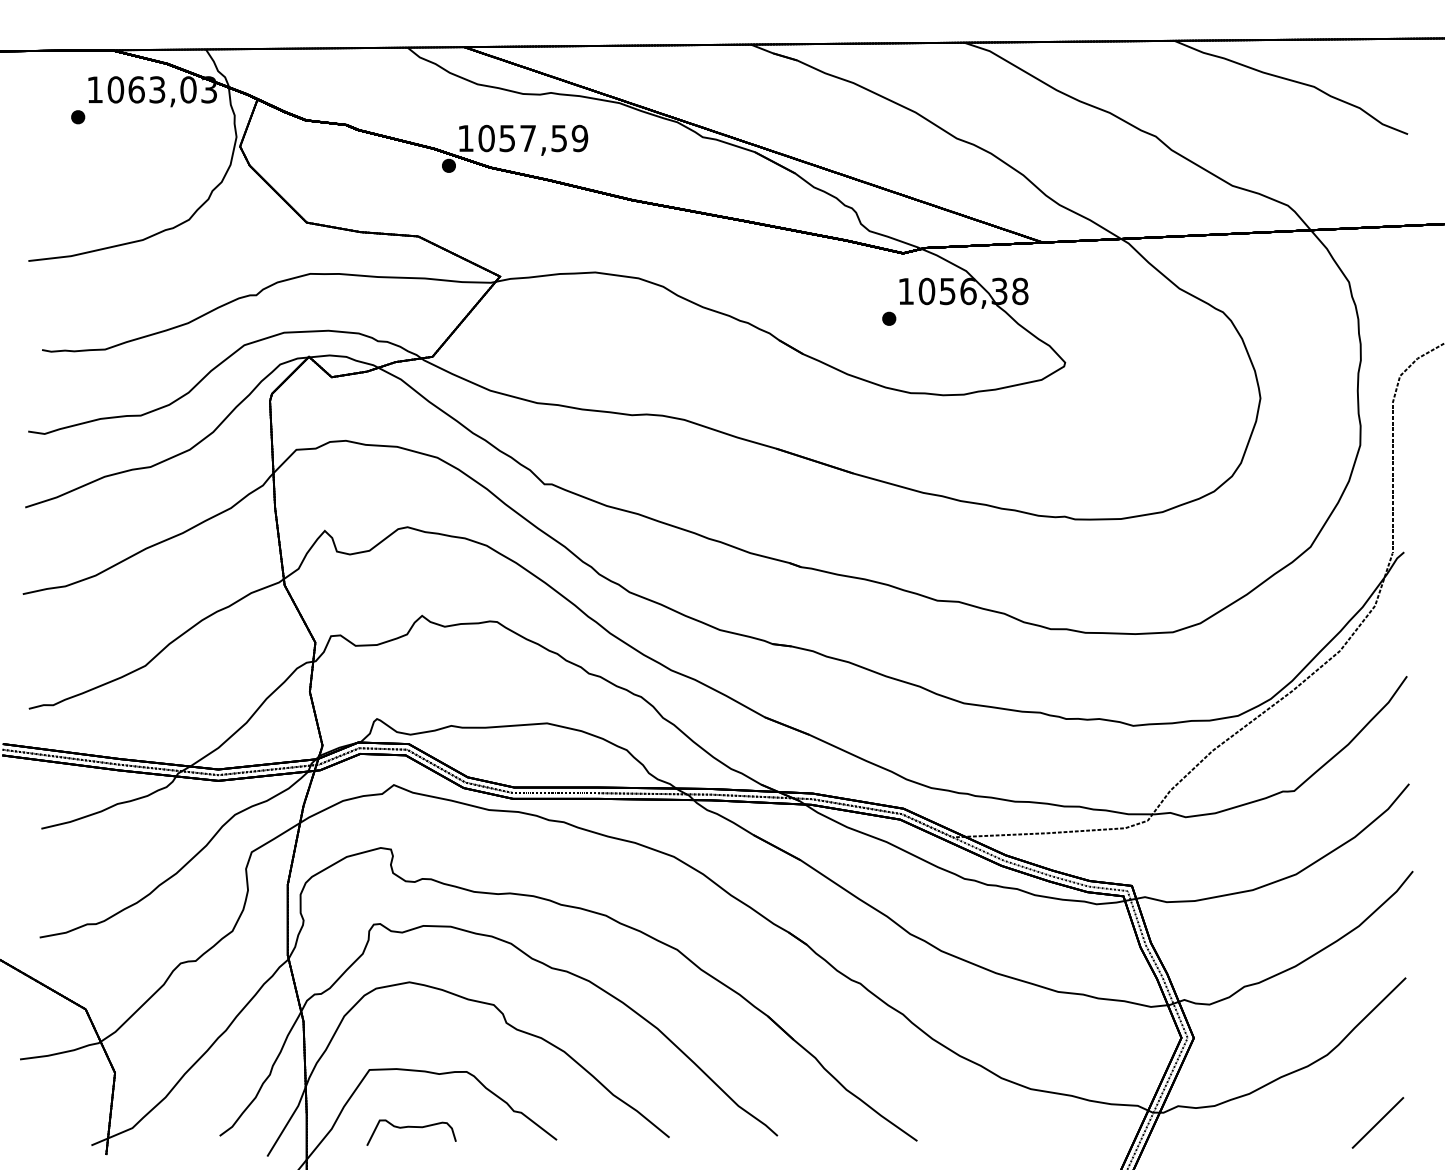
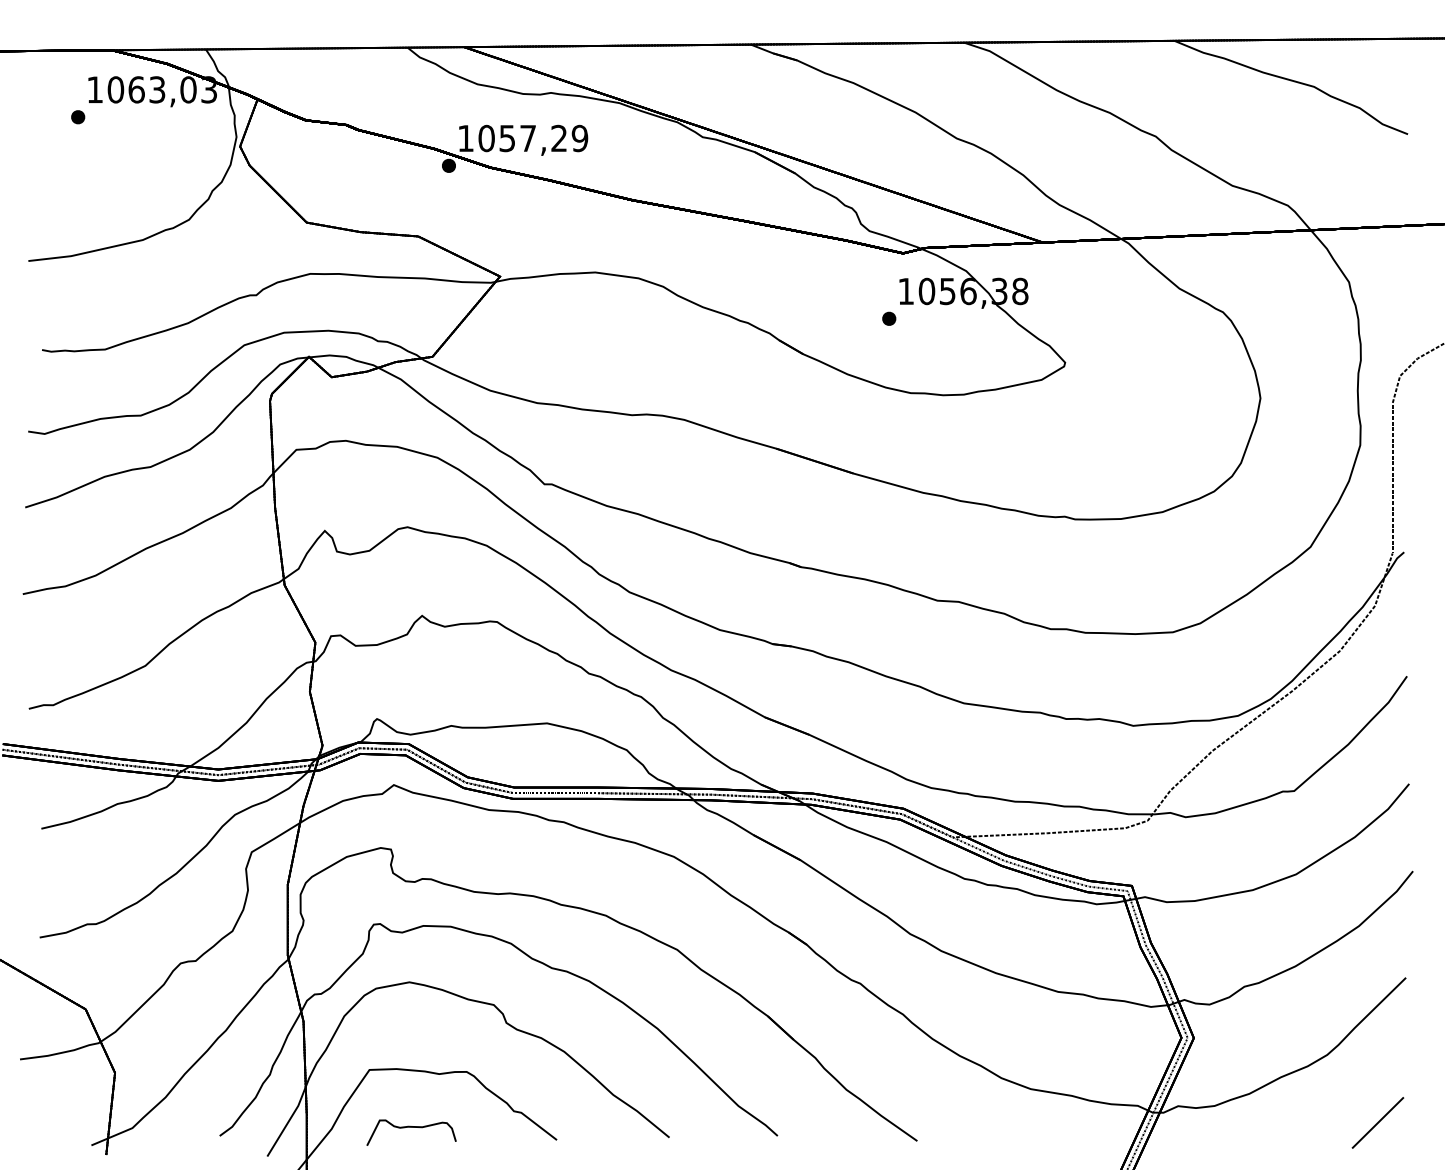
text at (558, 138): 1057,59 -> 1057,29
